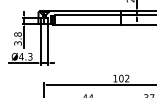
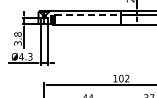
line at (88, 15): solid -> dashed
